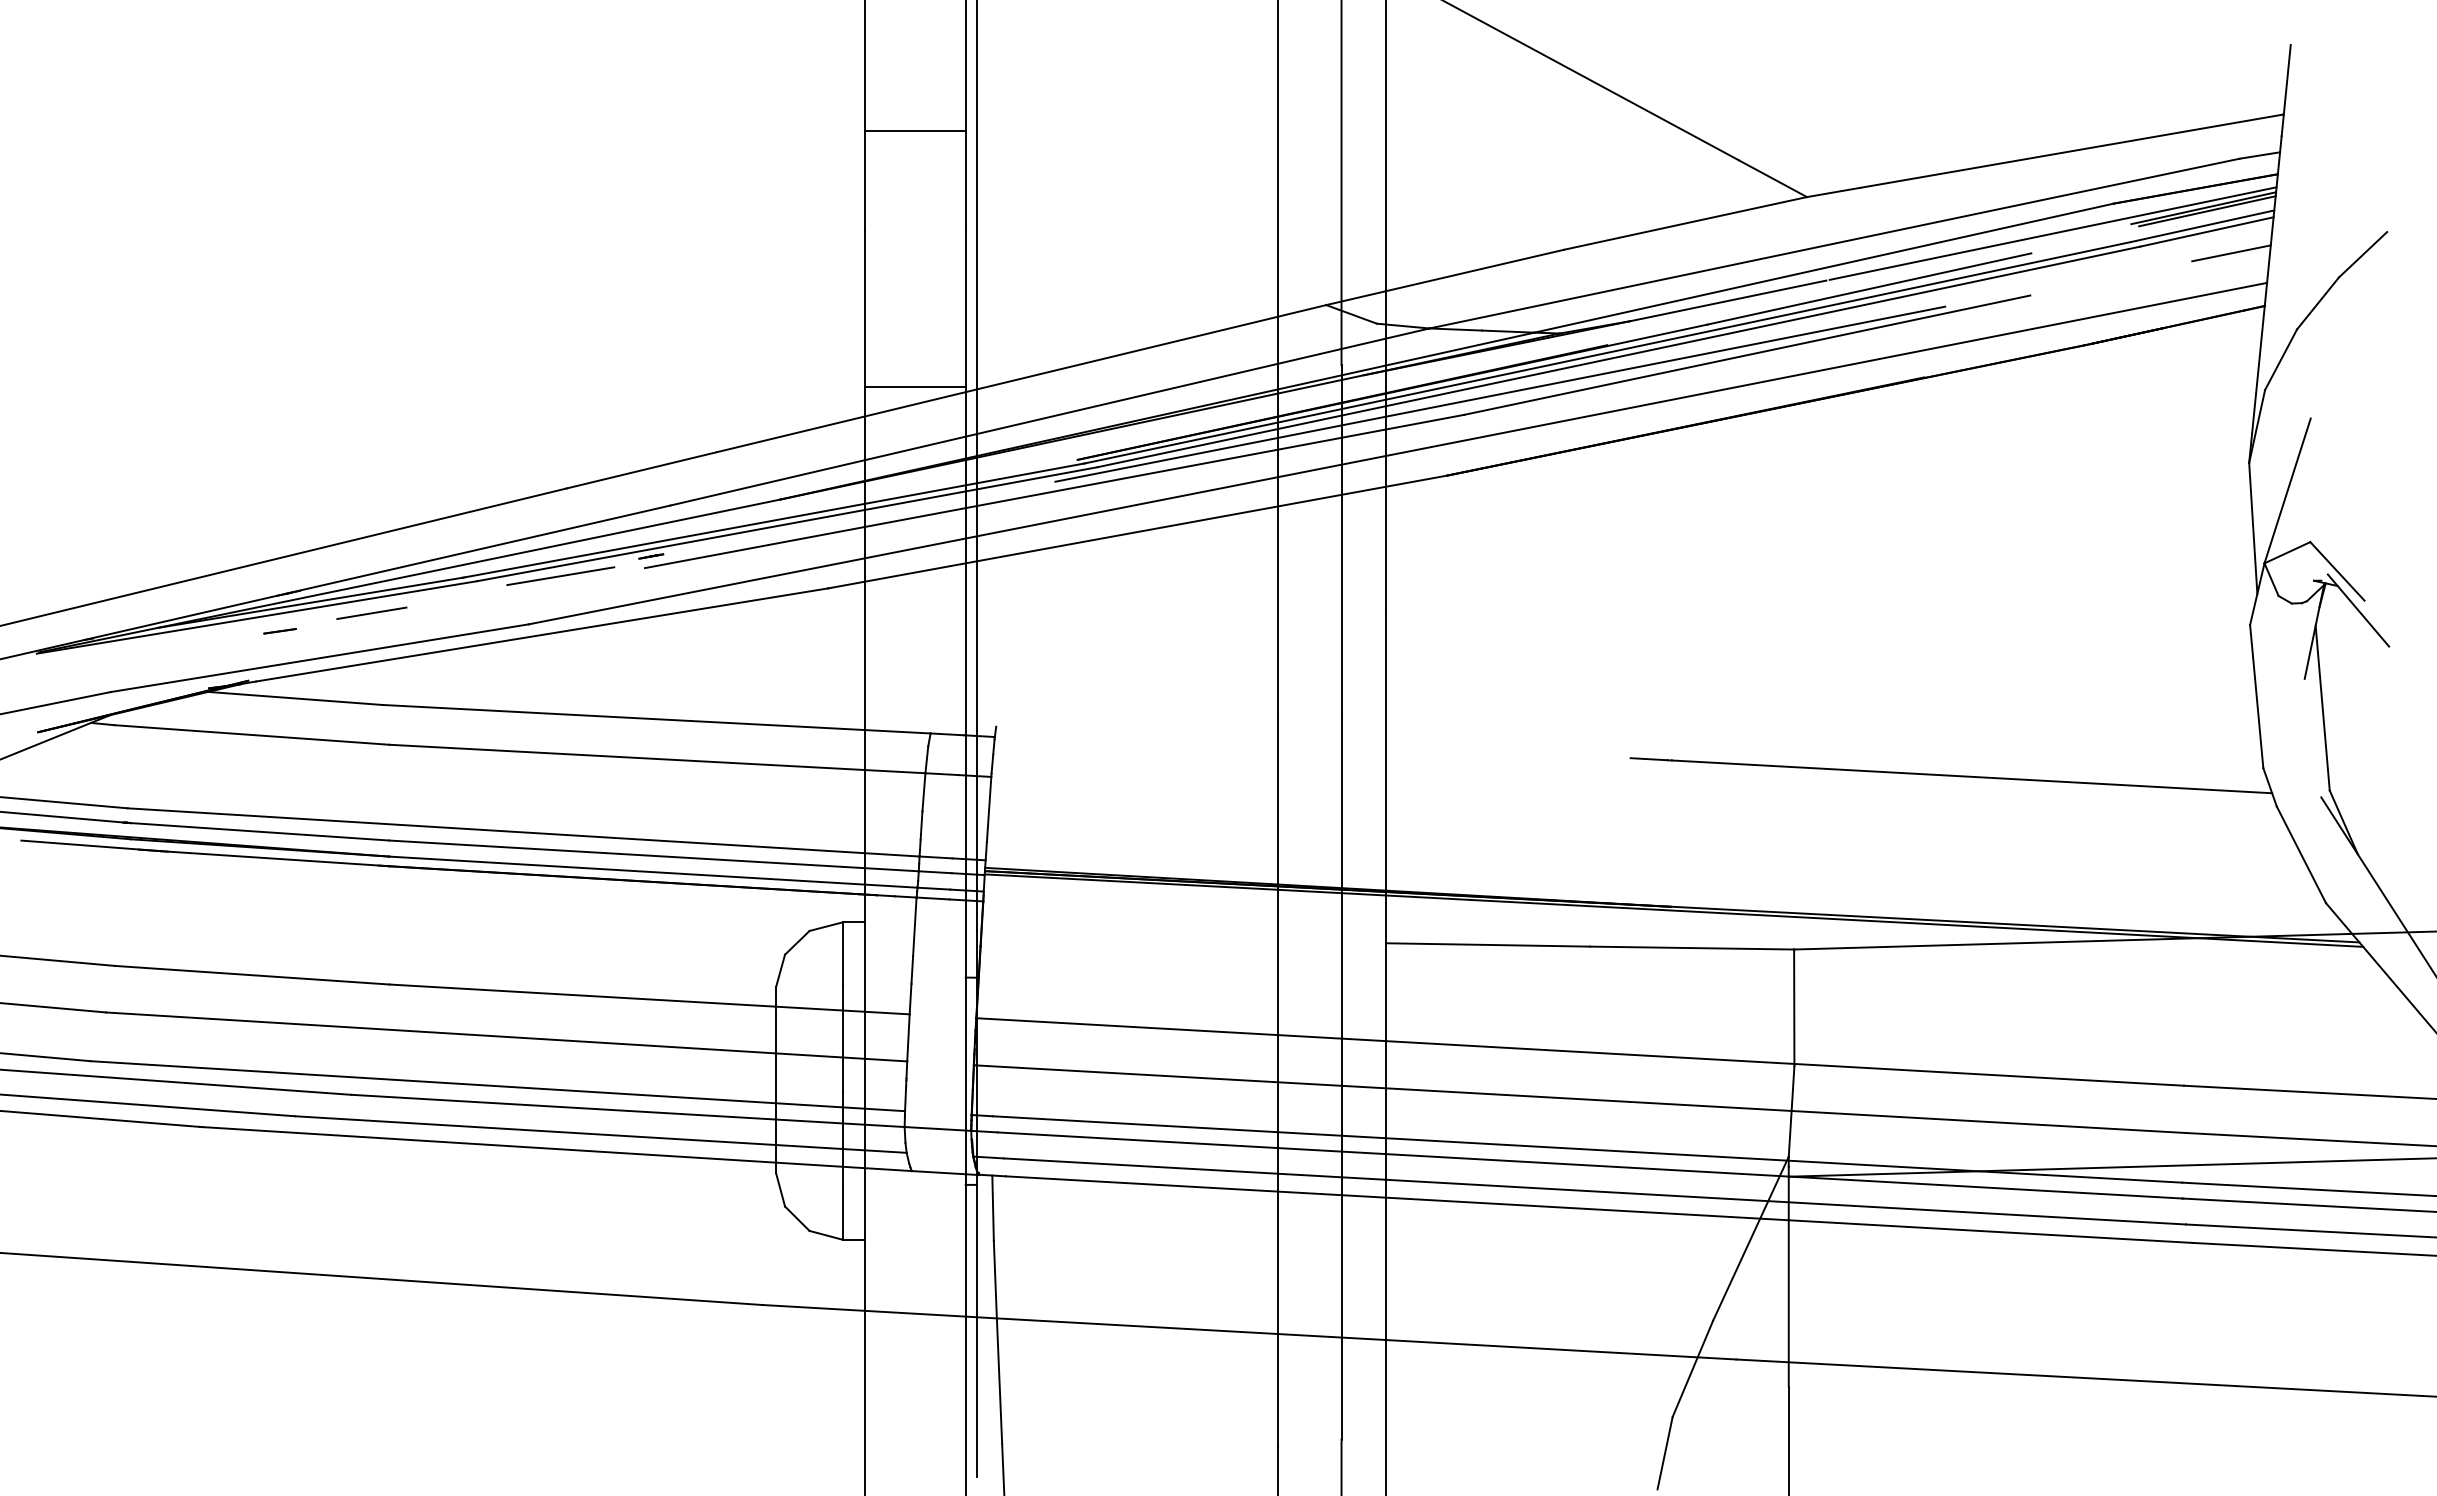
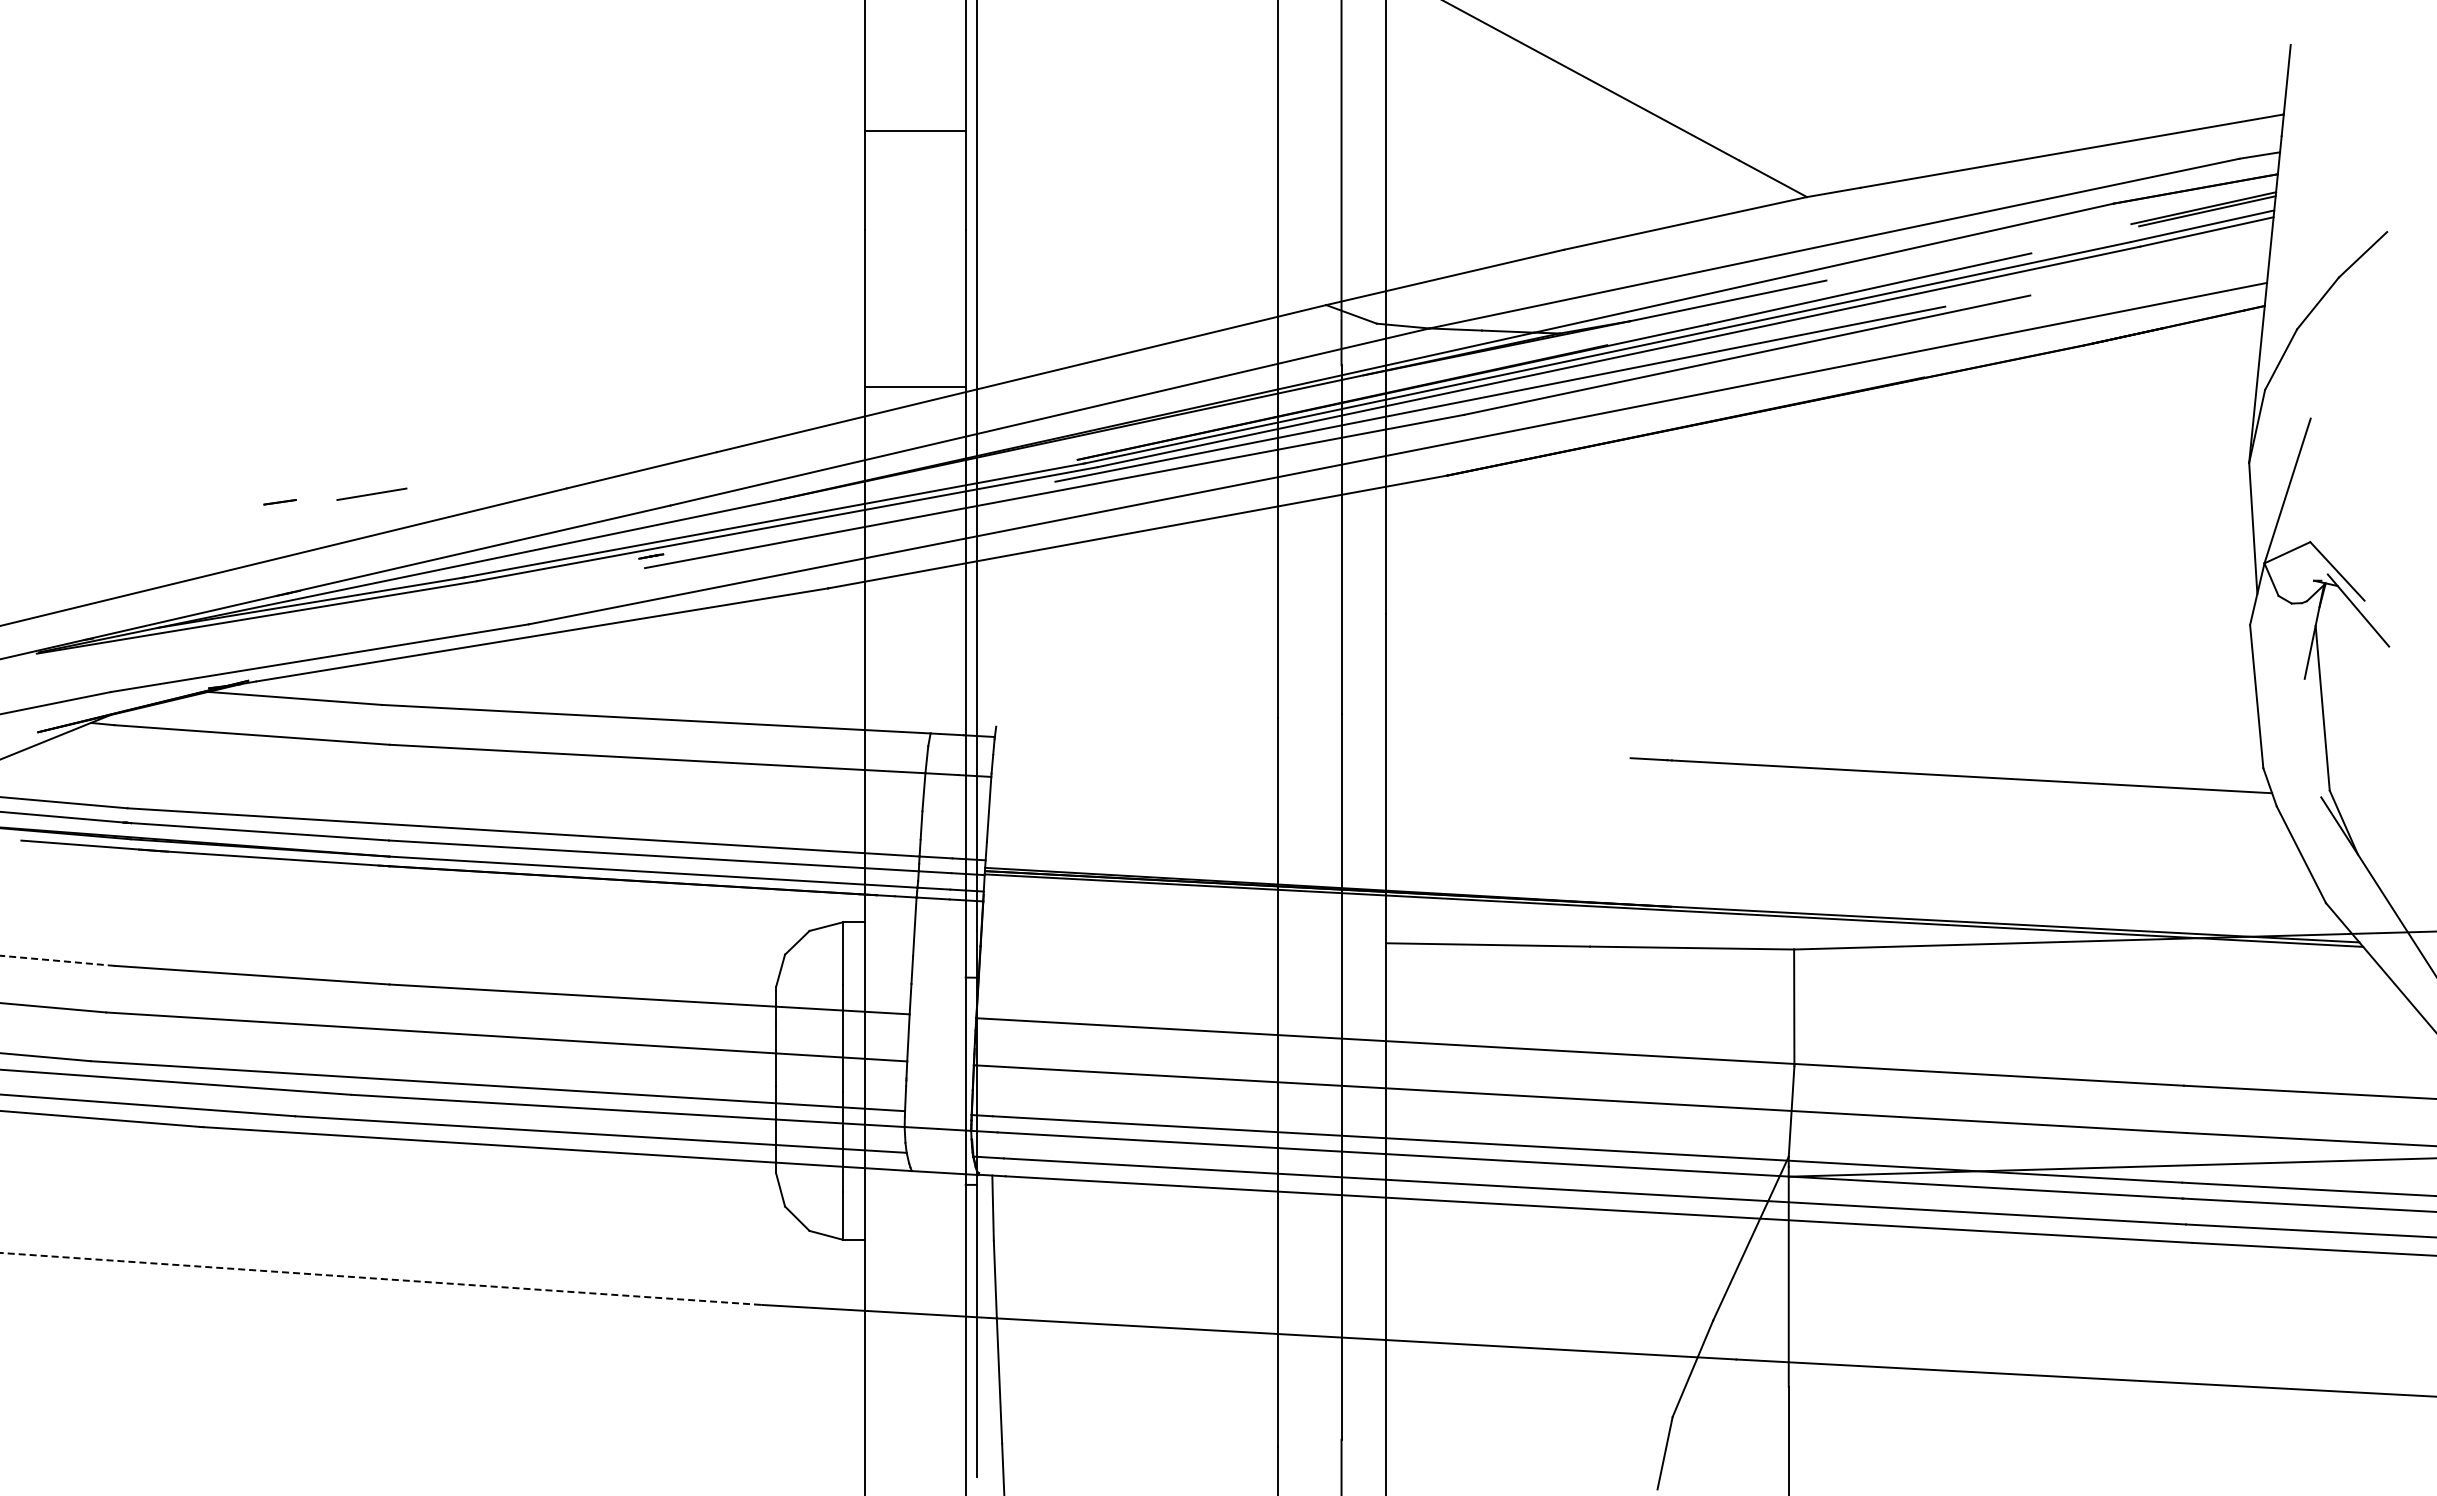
line at (2052, 233): present -> none
line at (2231, 253): present -> none
line at (560, 576): present -> none
line at (371, 612) position: (371, 612) -> (371, 493)
line at (279, 631) position: (279, 631) -> (279, 502)
line at (57, 960): solid -> dashed
line at (381, 1278): solid -> dashed
